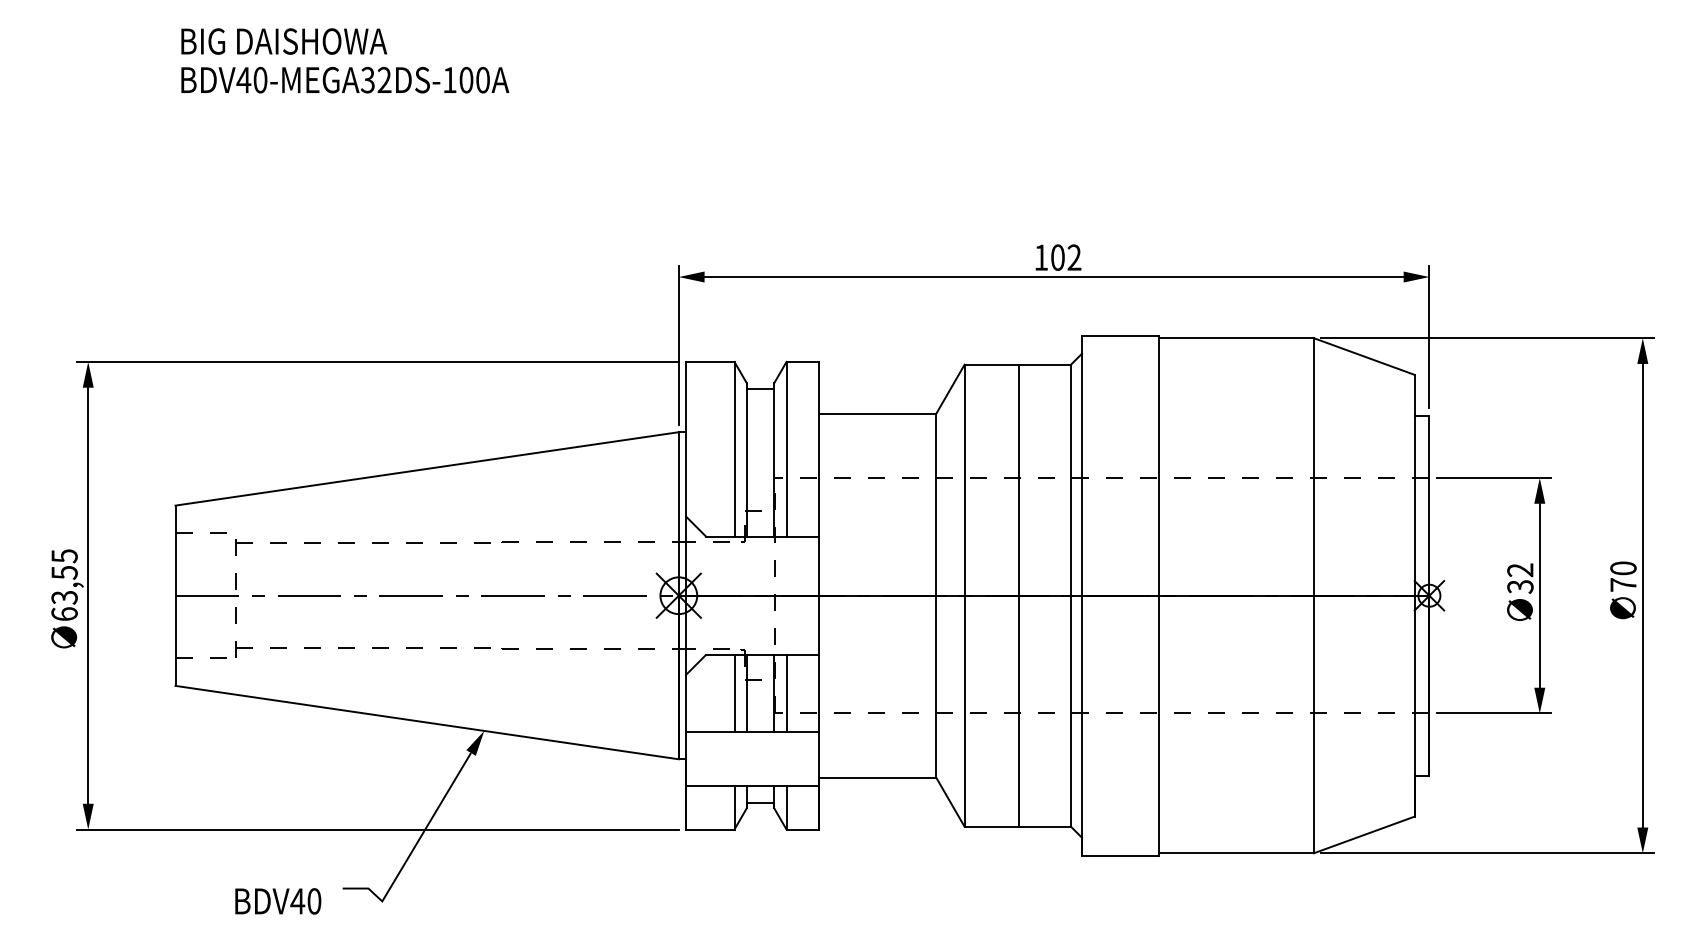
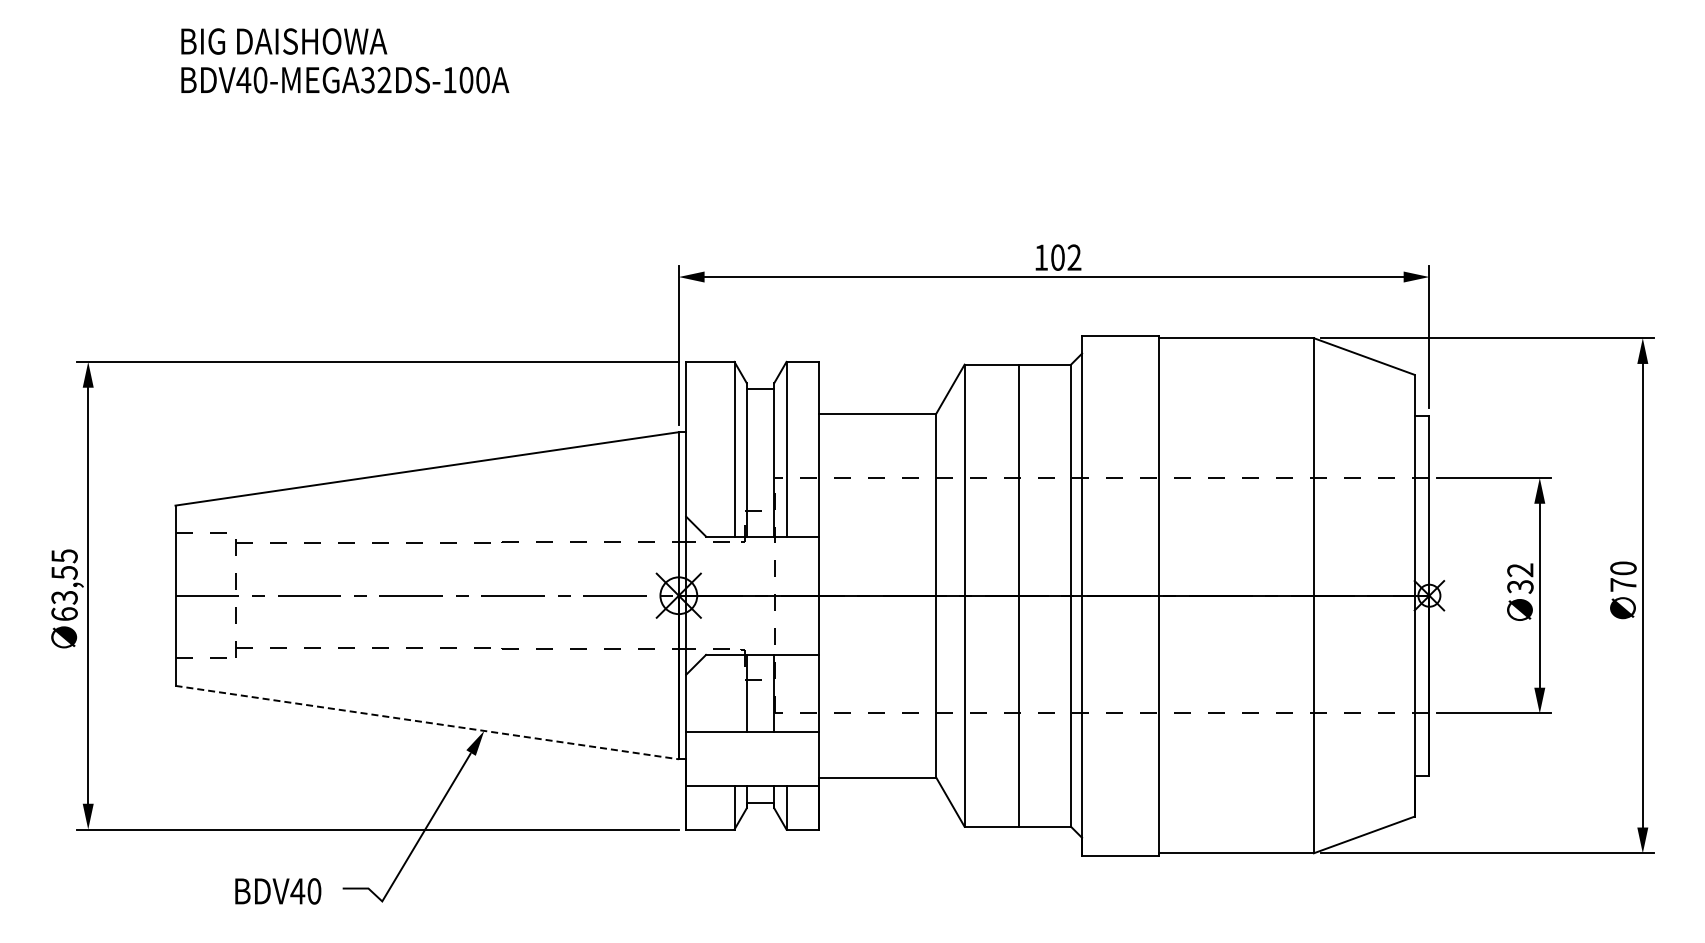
line at (734, 692): present -> none
line at (786, 692): present -> none
line at (427, 722): solid -> dashed
text at (278, 901) position: (278, 901) -> (278, 891)
